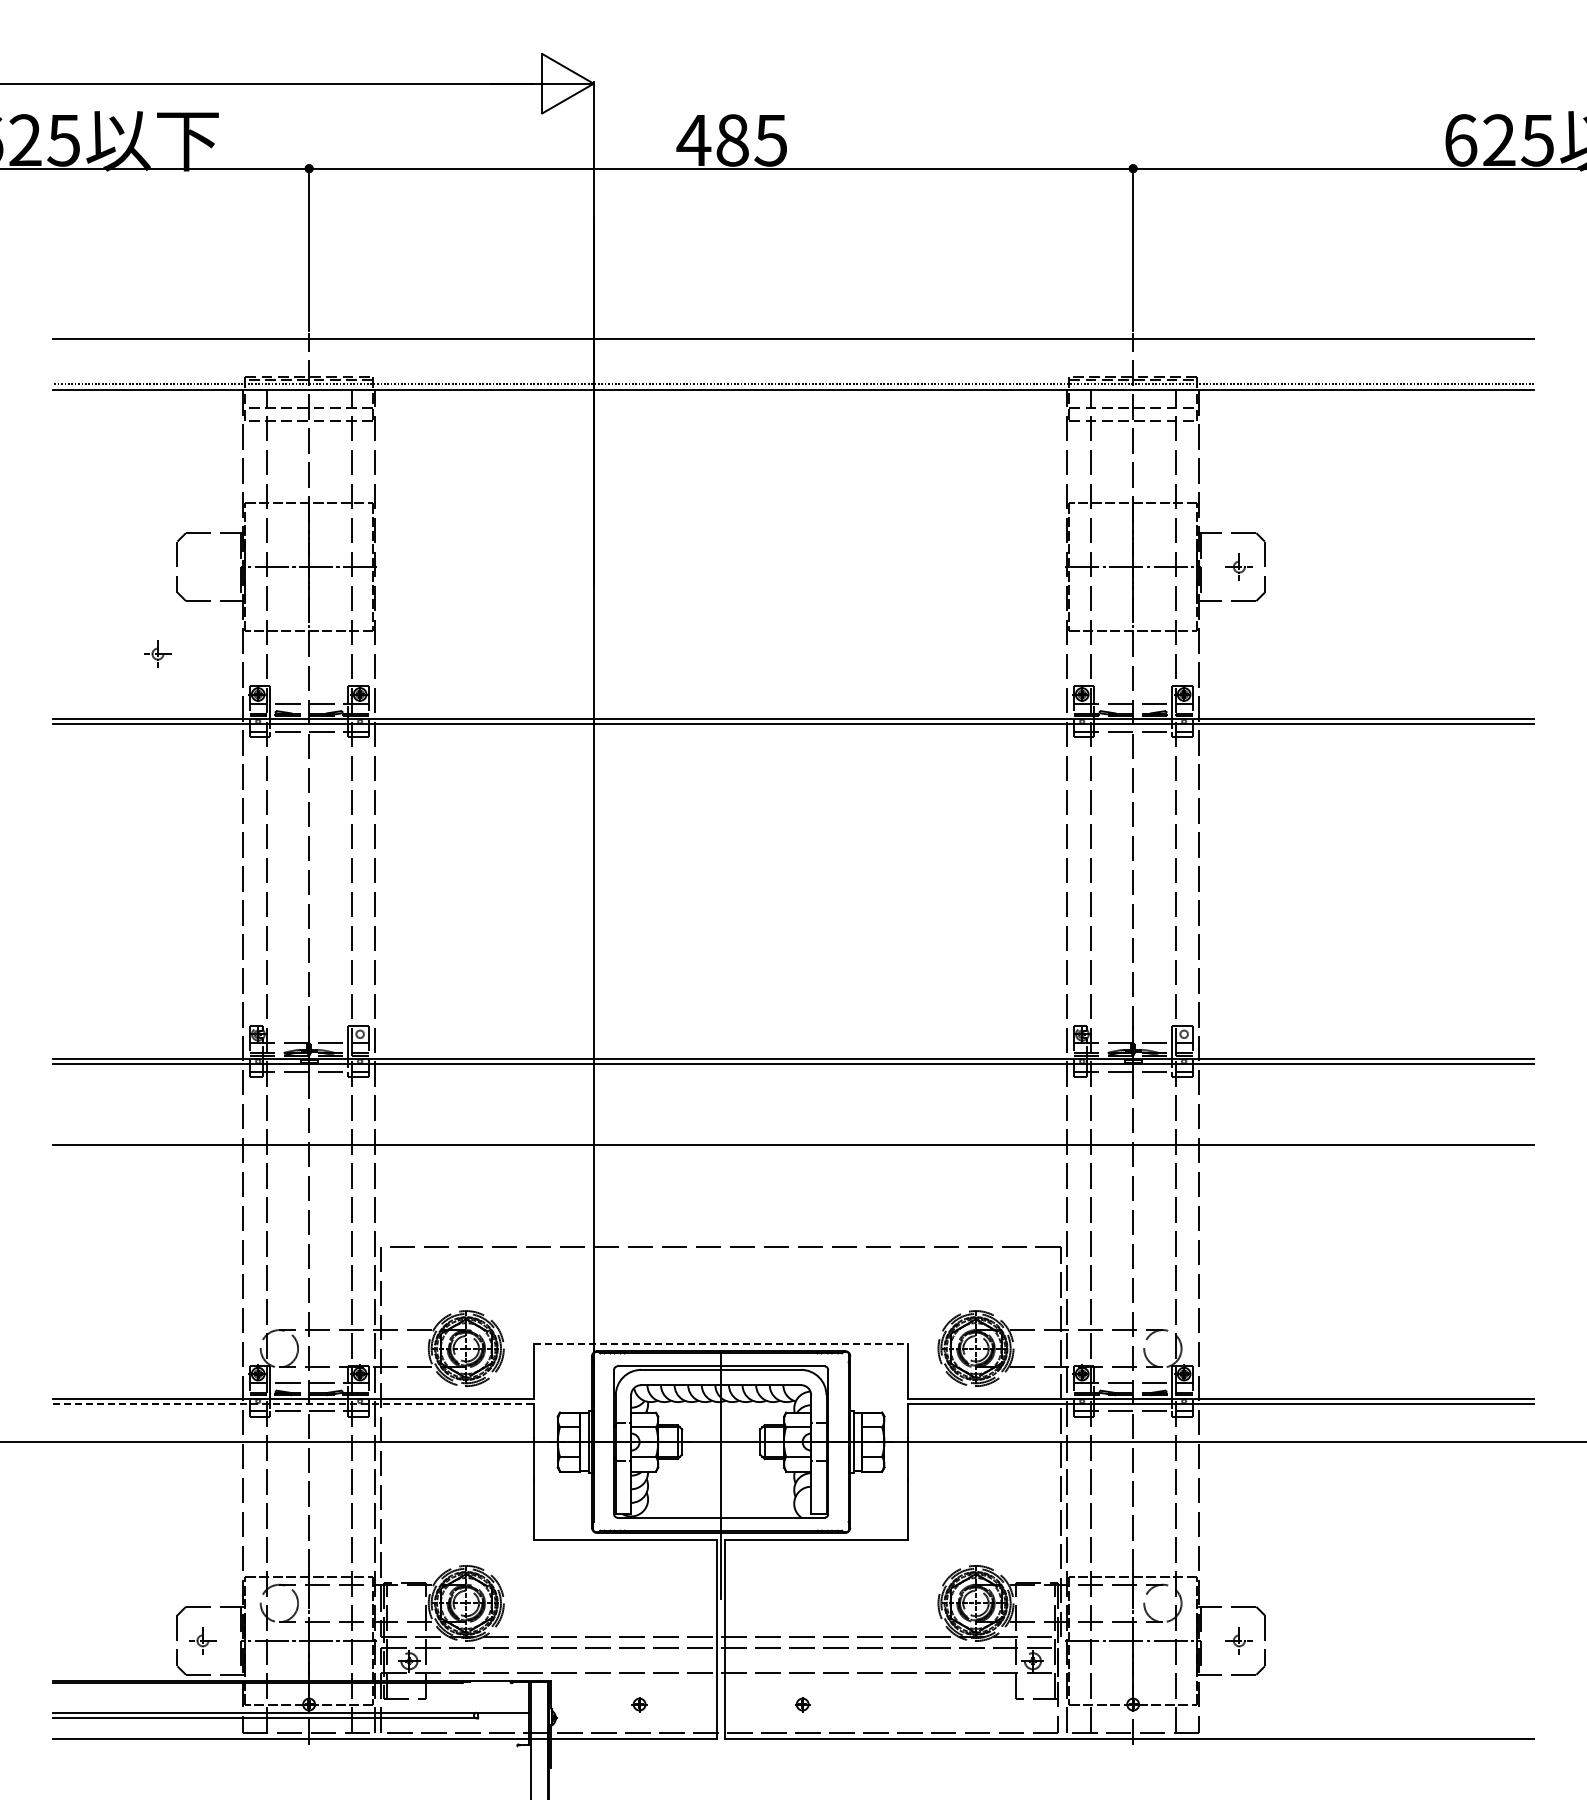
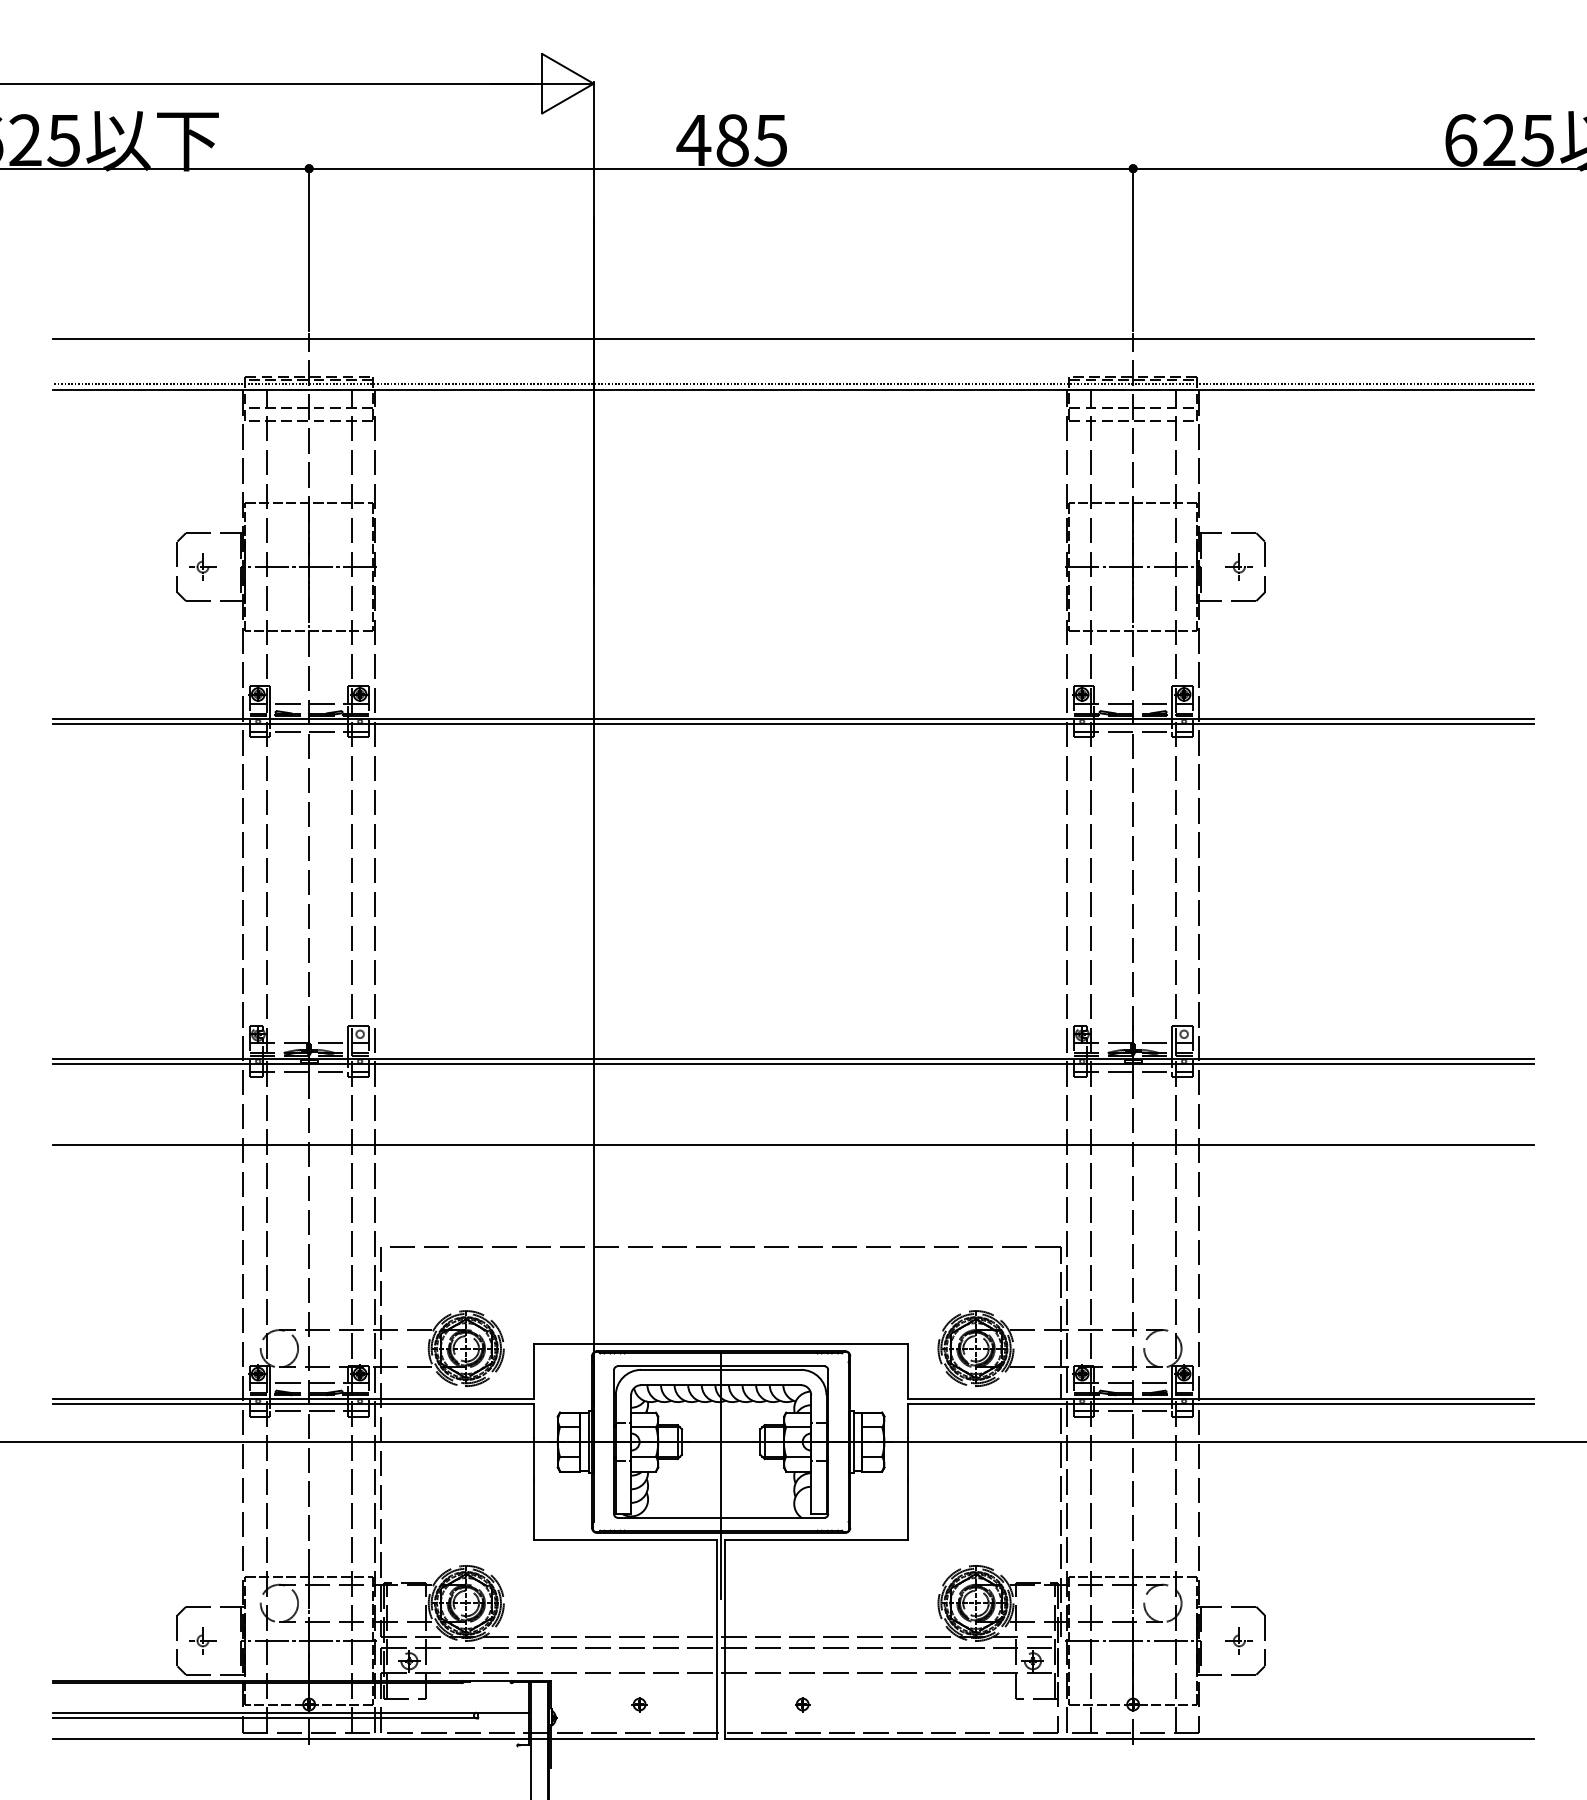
part at (157, 653) position: (157, 653) -> (202, 566)
line at (721, 1344): dashed -> solid
line at (293, 1403): dashed -> solid
